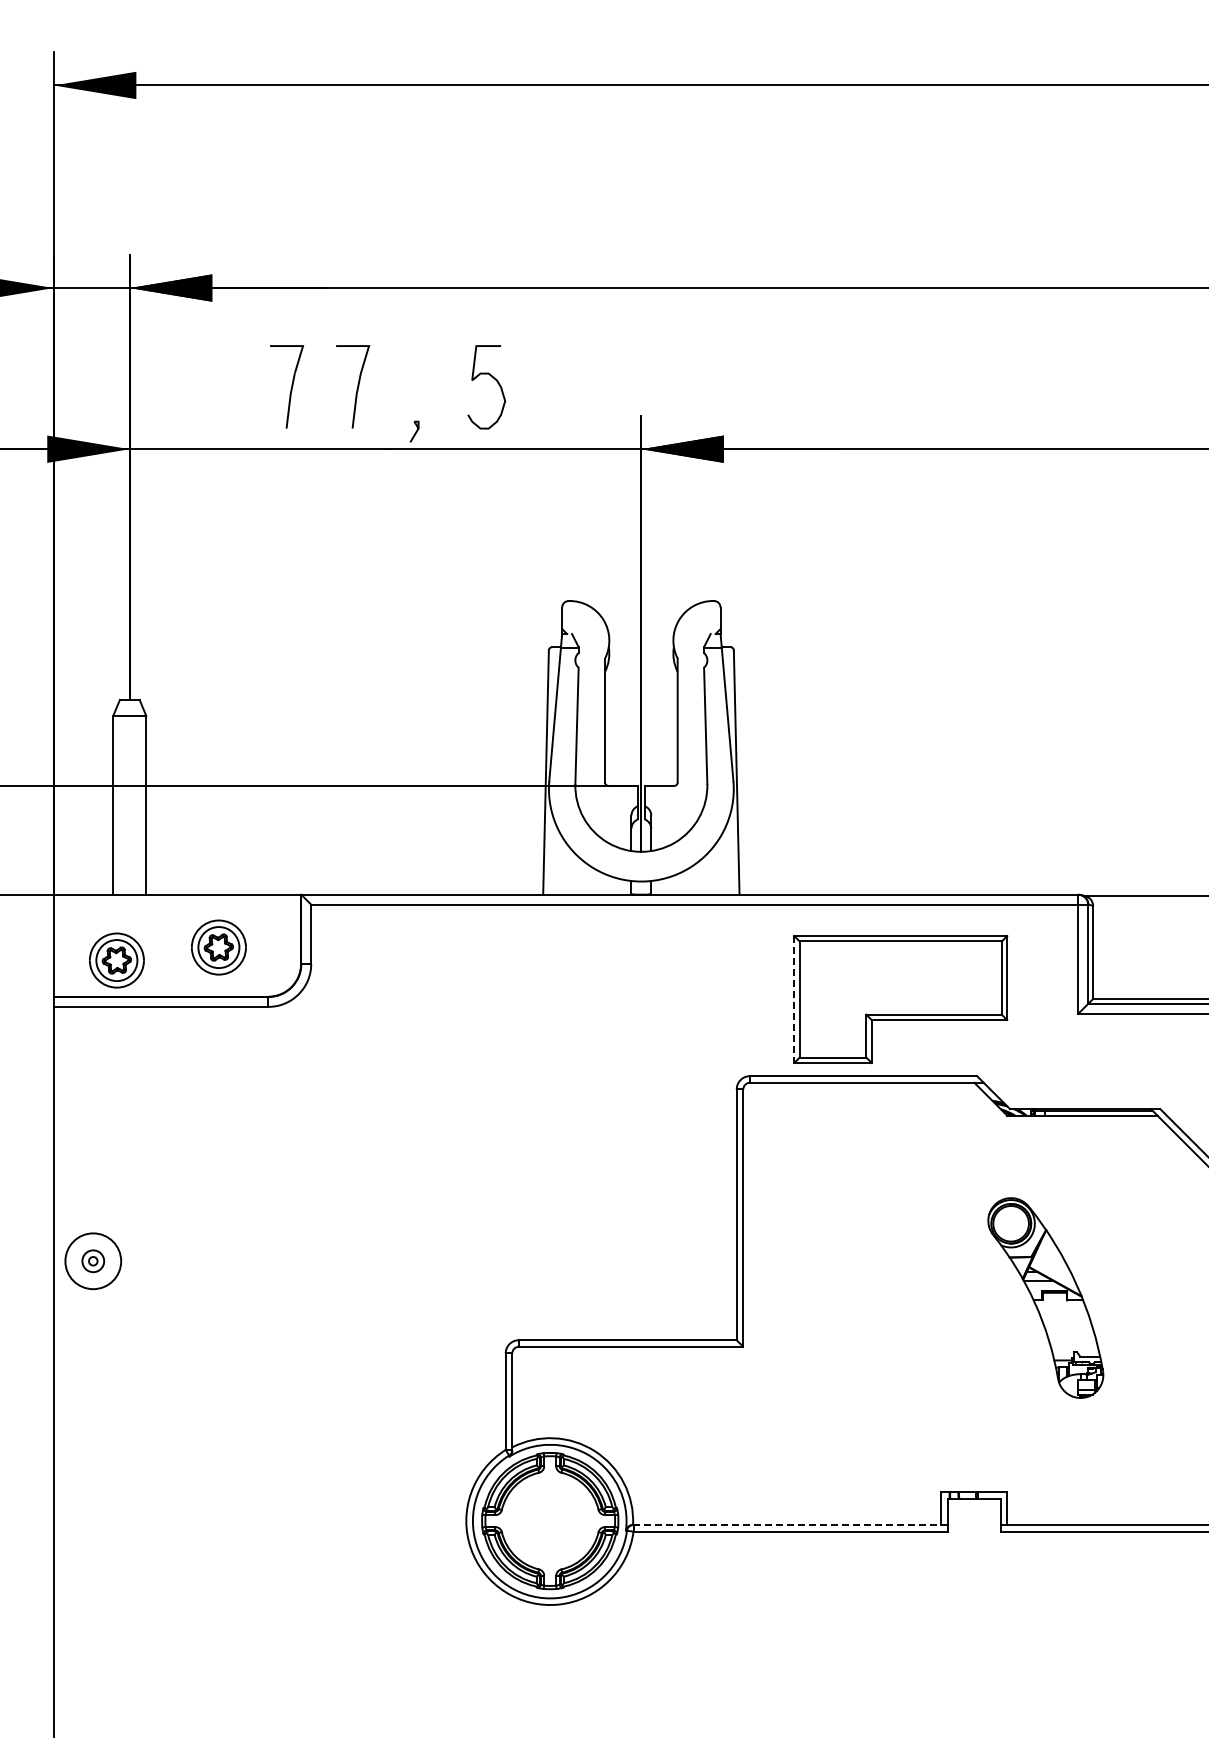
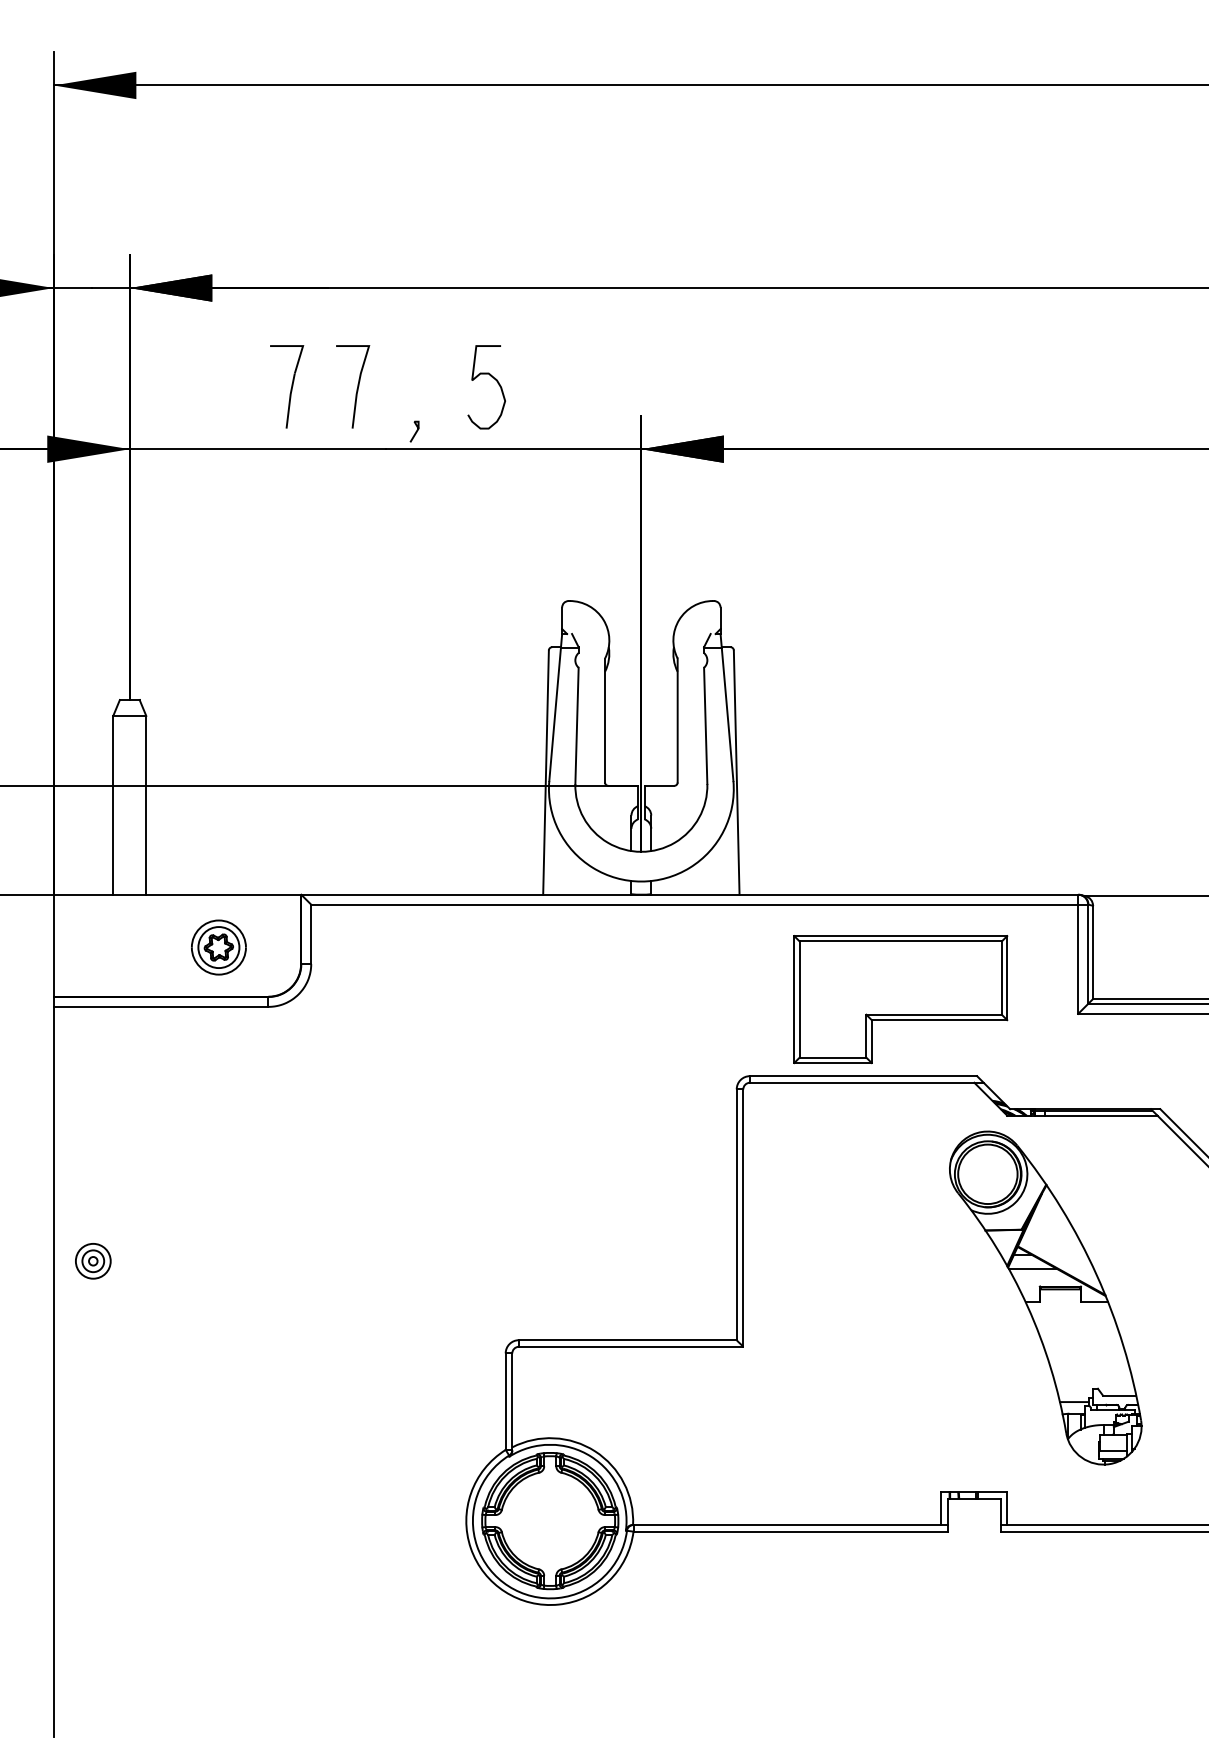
part at (116, 960): present -> none
line at (794, 1000): dashed -> solid
circle at (93, 1261) diameter: 56 px -> 35 px
part at (1045, 1297) size: 118x202 px -> 194x336 px
line at (790, 1525): dashed -> solid
